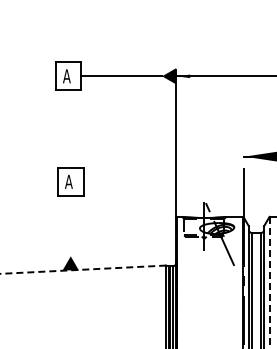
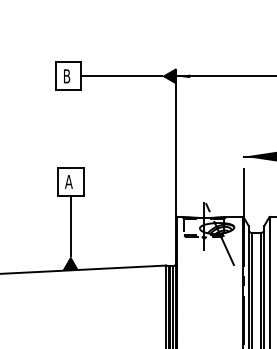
text at (66, 76): A -> B
line at (70, 225): none -> present
line at (83, 269): dashed -> solid
line at (269, 282): dashed -> solid
